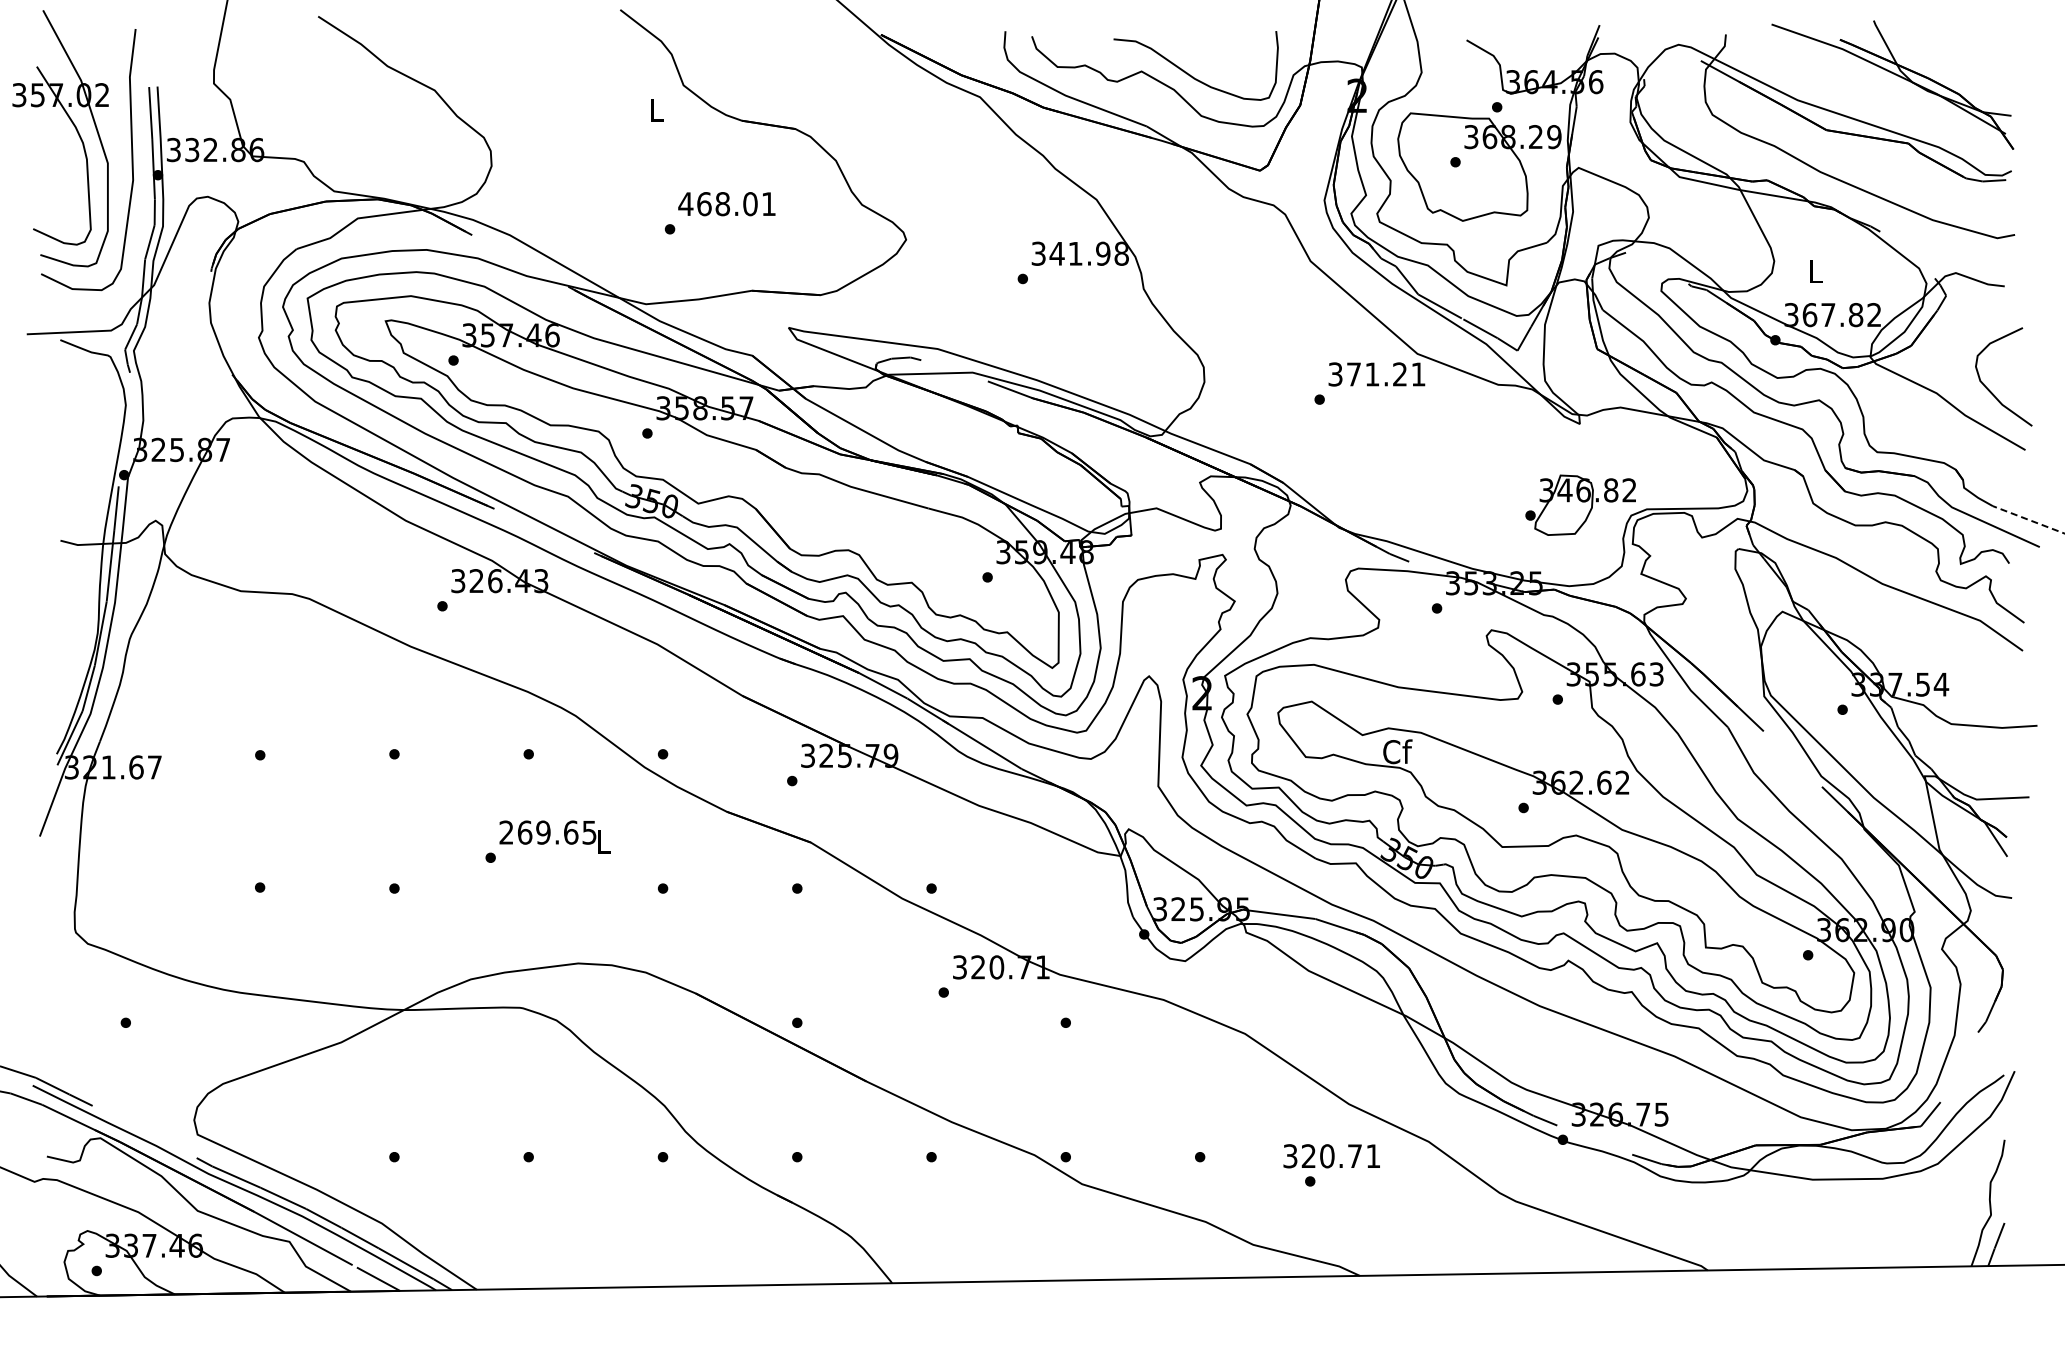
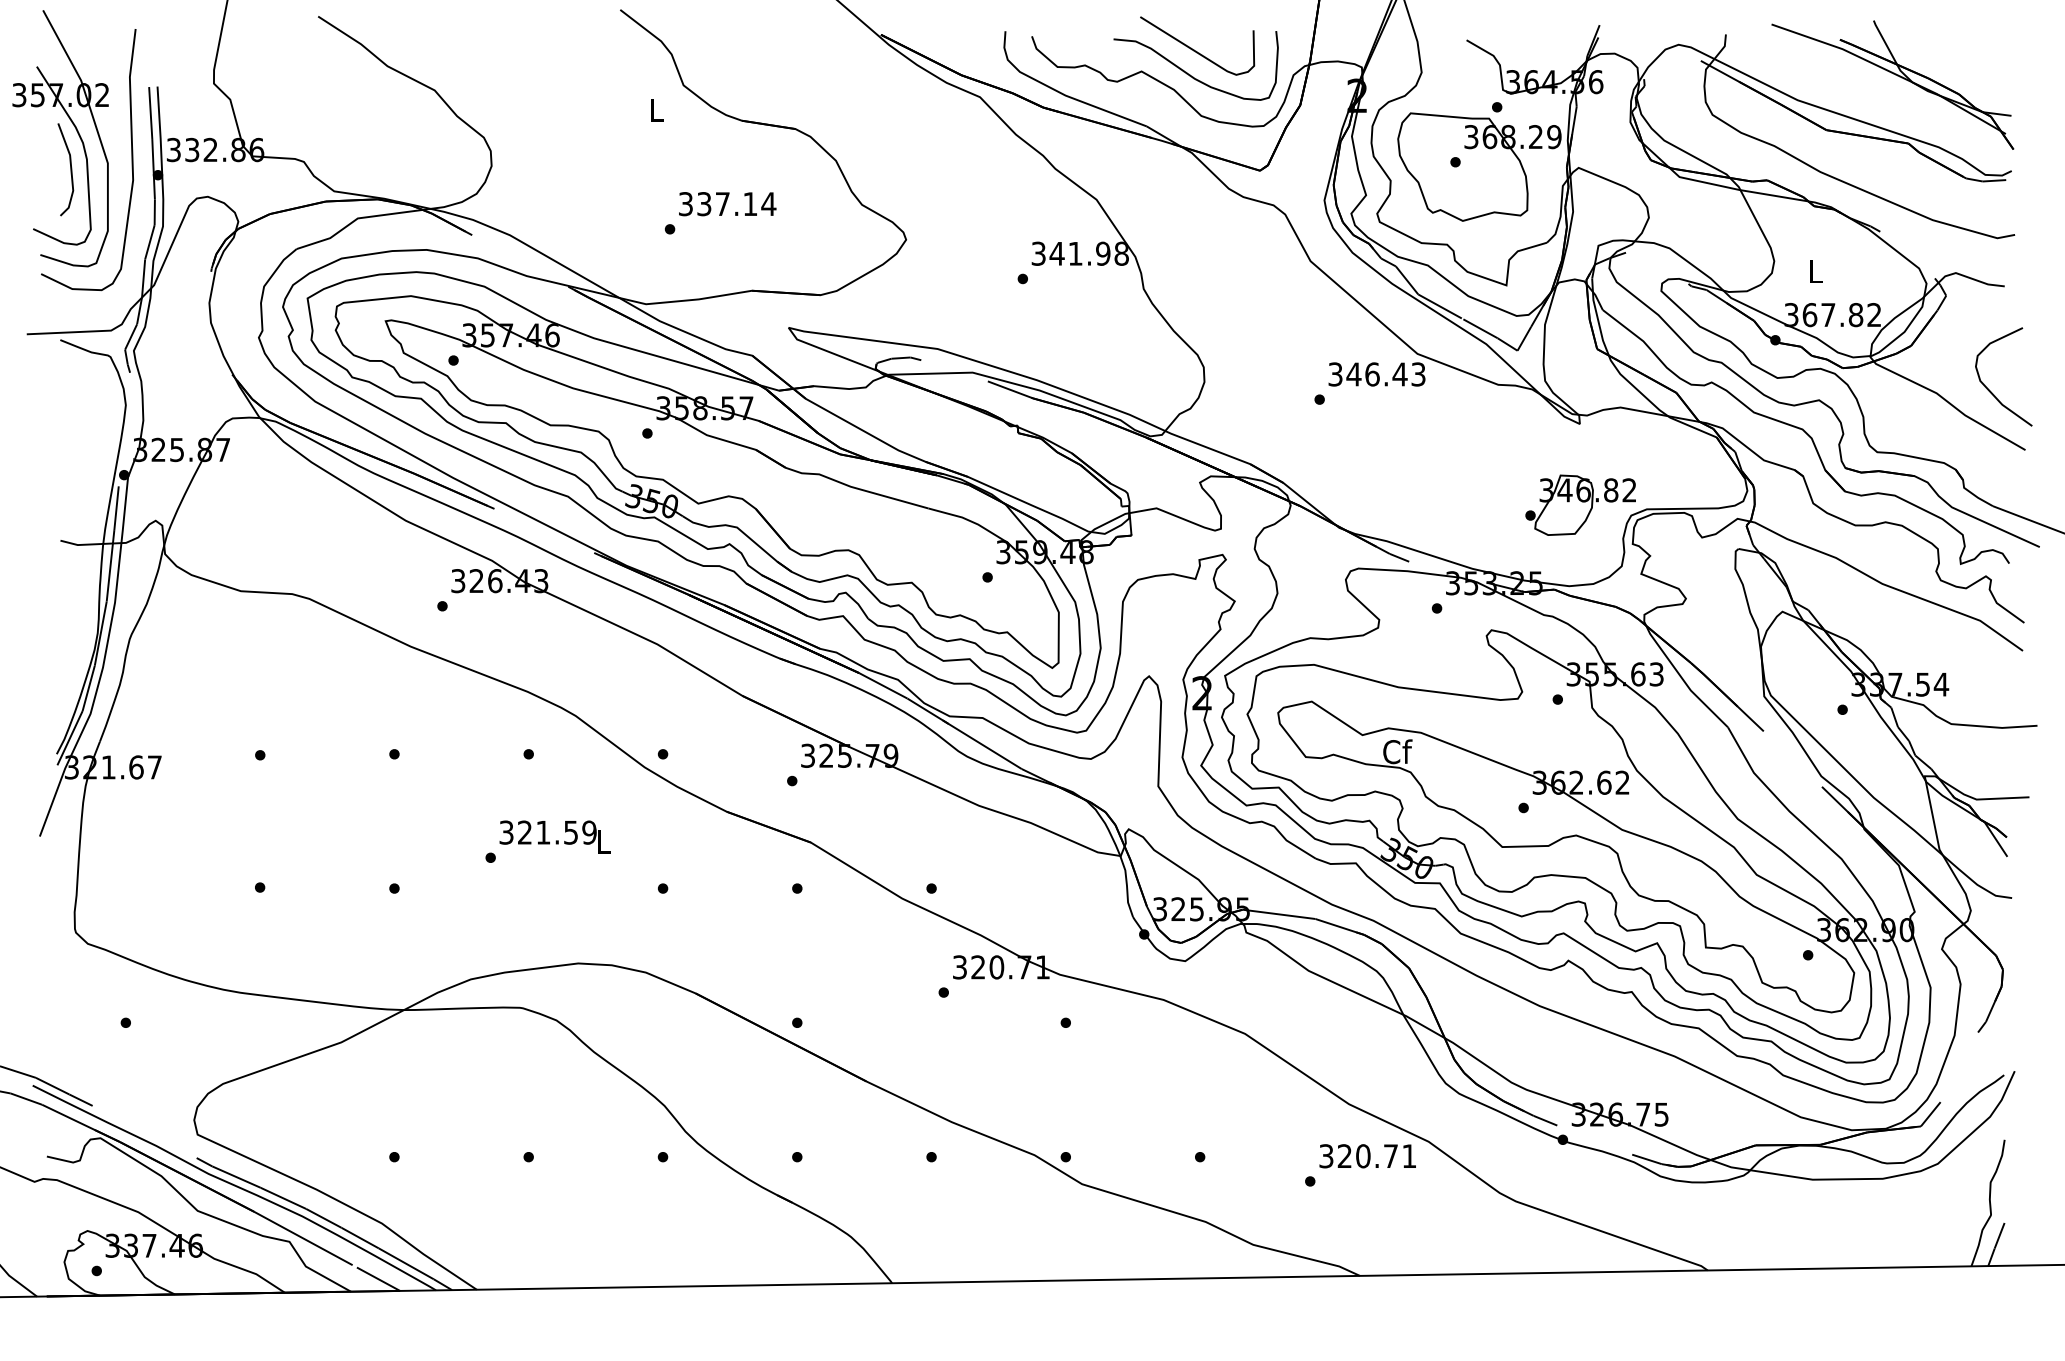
curve at (1194, 49): none -> present
line at (70, 169): none -> present
text at (727, 204): 468.01 -> 337.14
text at (1385, 374): 371.21 -> 346.43
line at (2028, 519): dashed -> solid
text at (547, 832): 269.65 -> 321.59
text at (1331, 1156) position: (1331, 1156) -> (1367, 1156)
